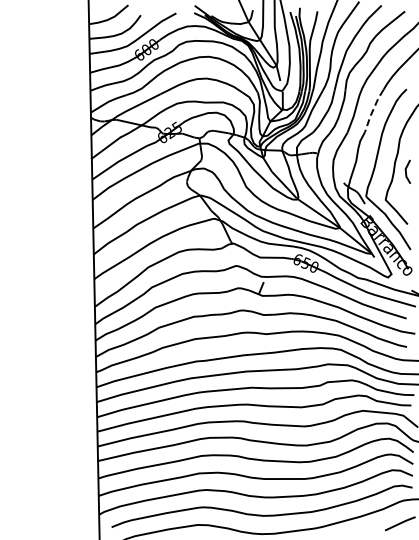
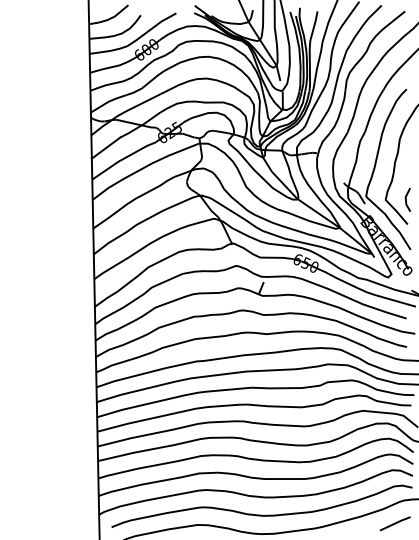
line at (373, 110): dashed -> solid
line at (406, 171) position: (406, 171) -> (406, 199)
line at (400, 523) position: (400, 523) -> (395, 523)
